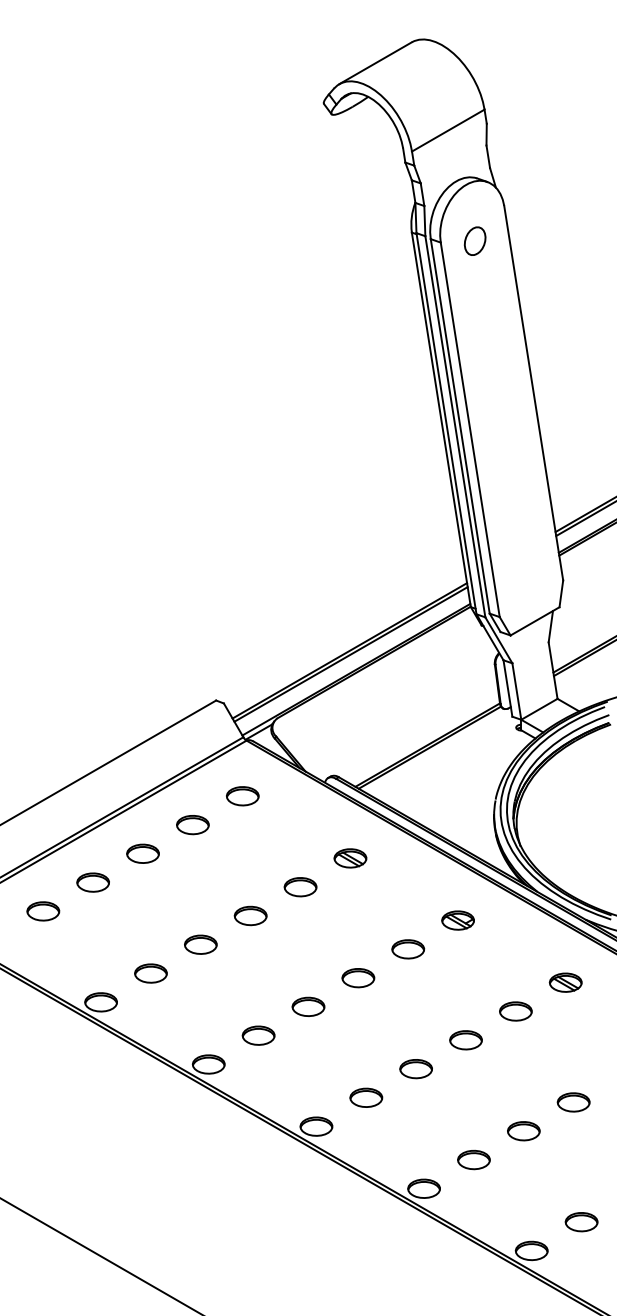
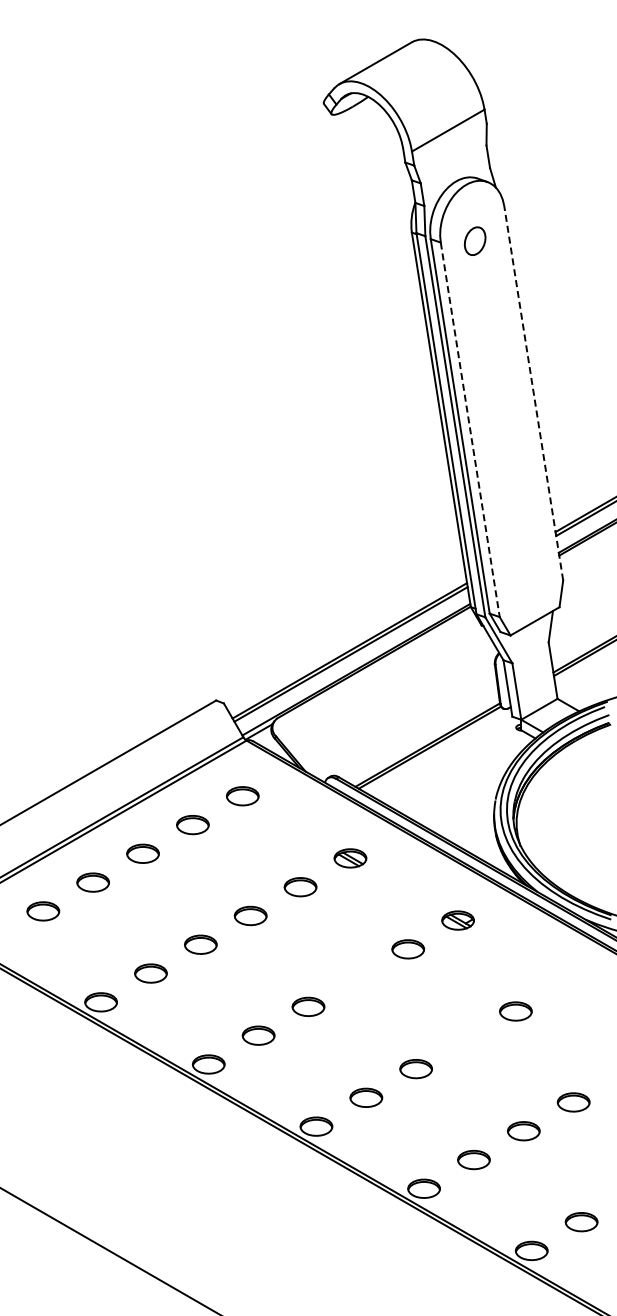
line at (533, 393): solid -> dashed
line at (470, 429): solid -> dashed
part at (358, 978): present -> none
part at (565, 982): present -> none
part at (465, 1040): present -> none
line at (100, 1255) position: (100, 1255) -> (109, 1250)
